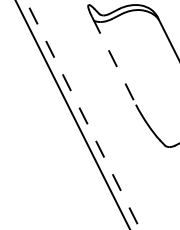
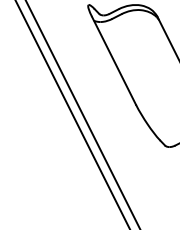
line at (114, 61): dashed -> solid
line at (83, 114): dashed -> solid
